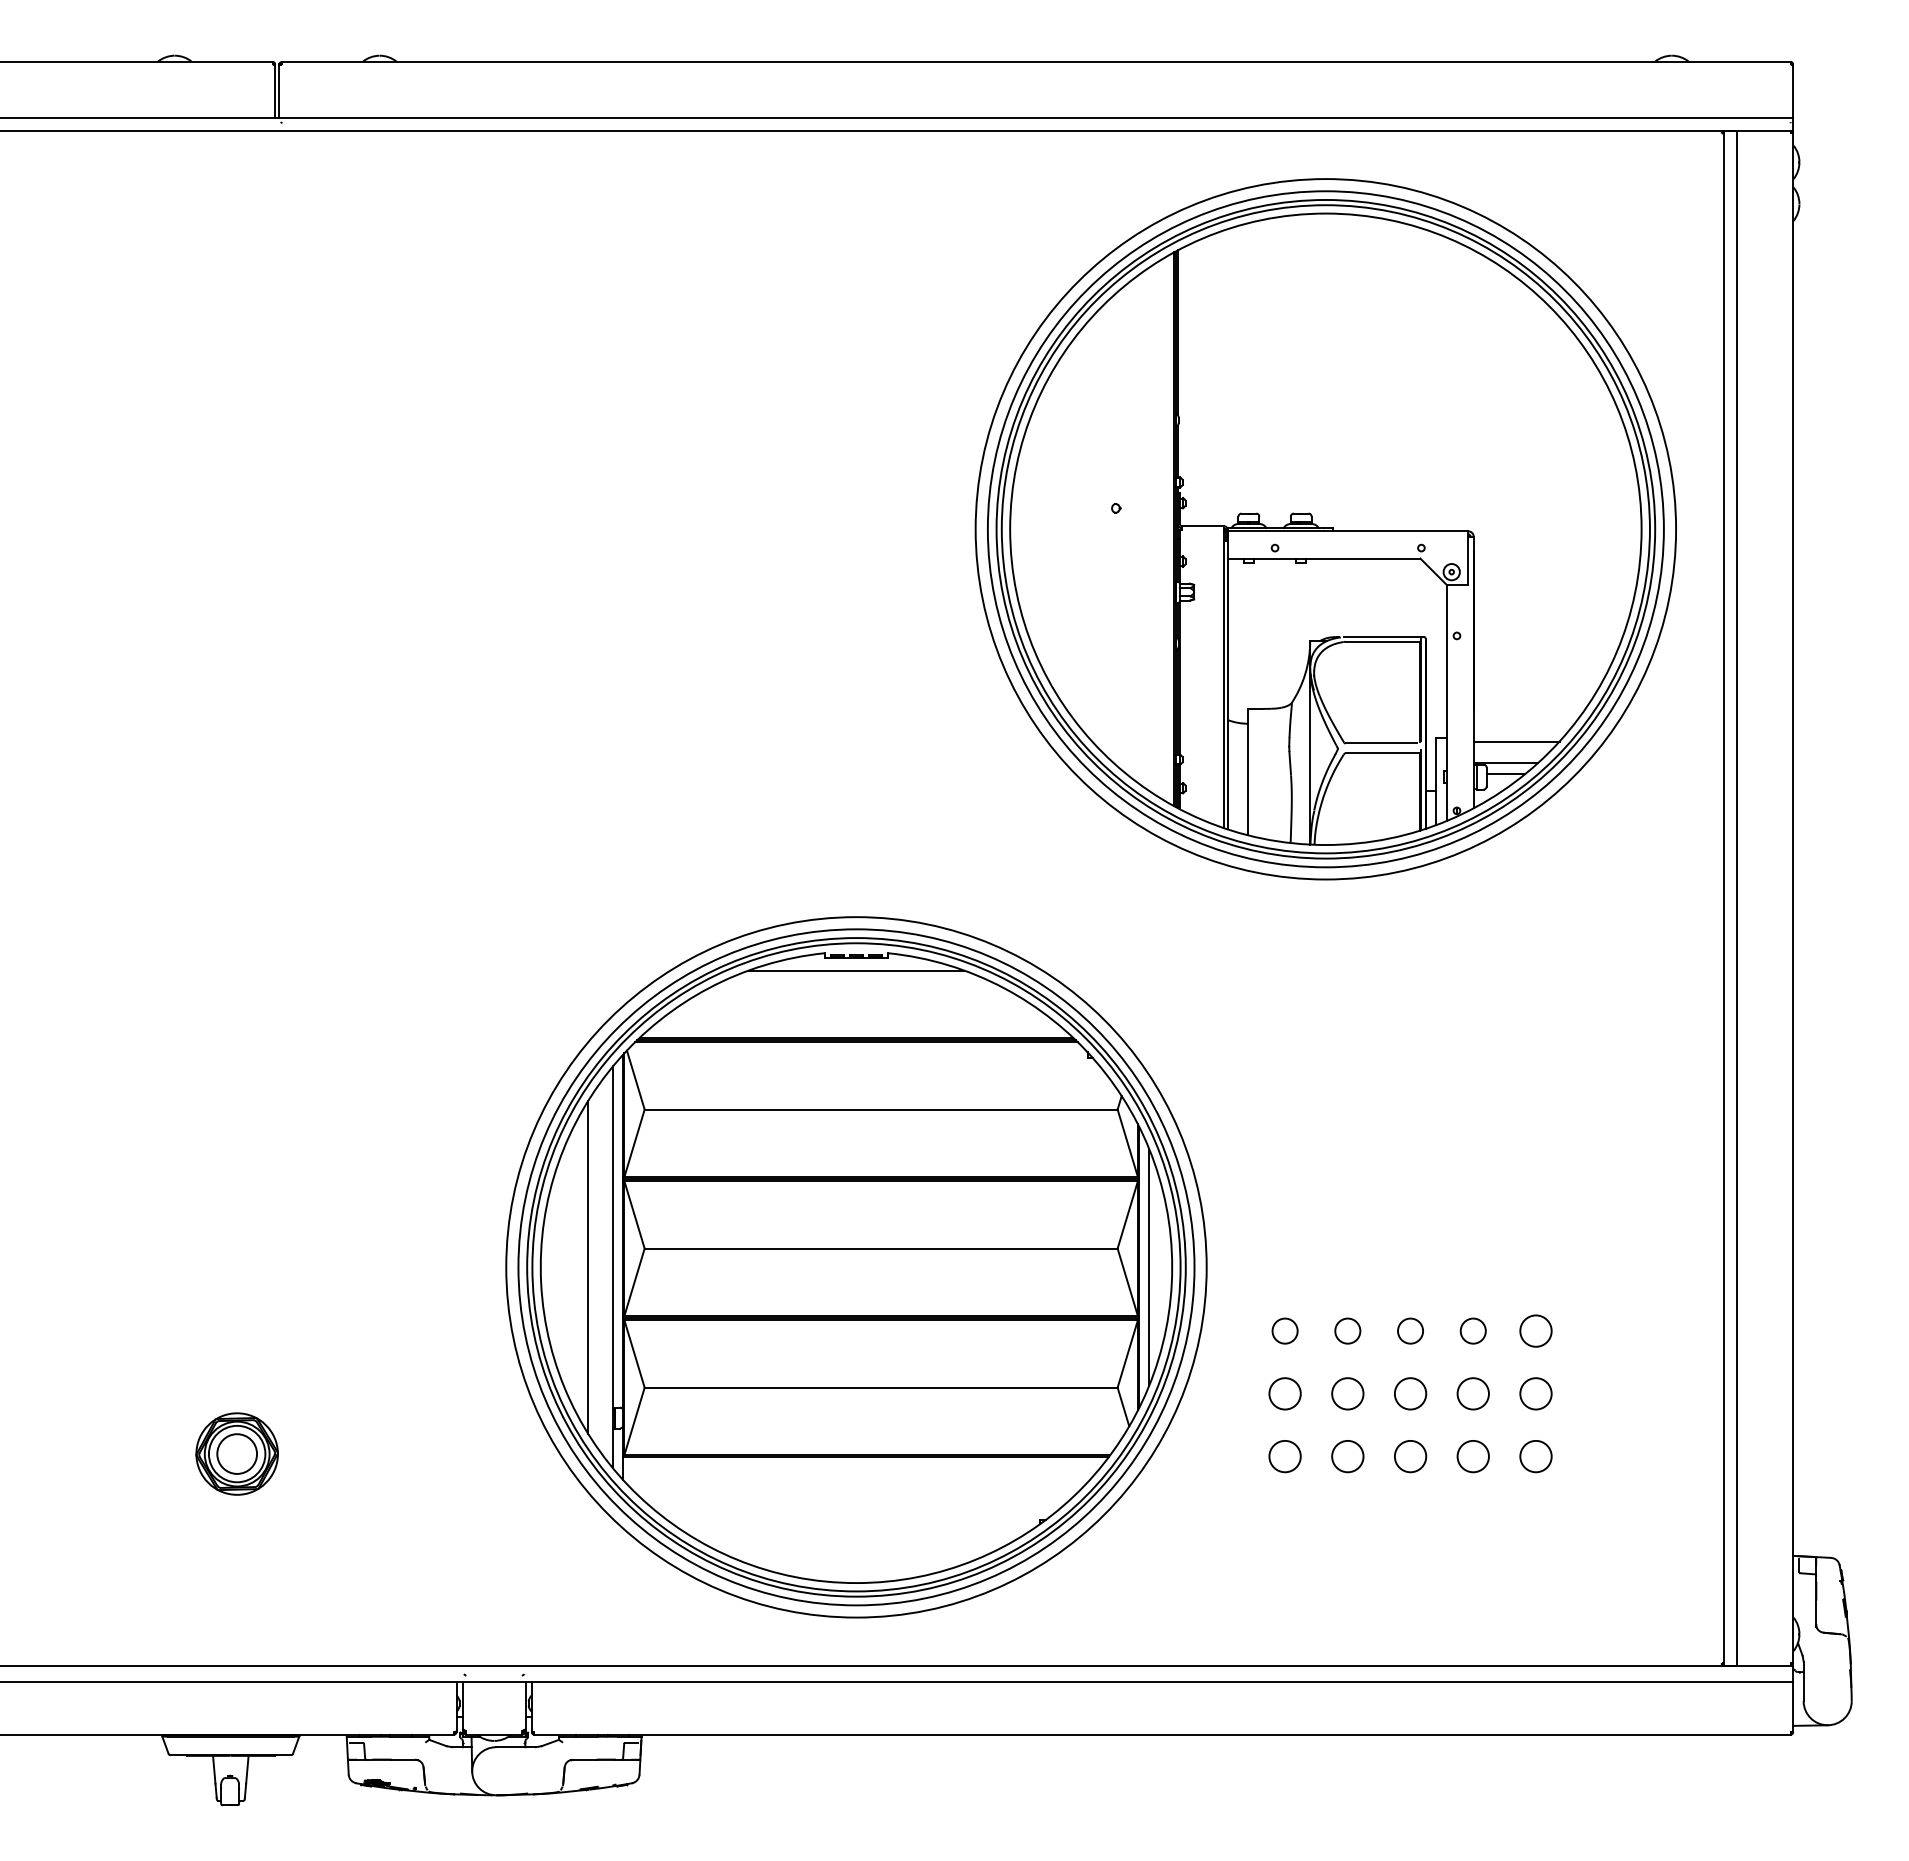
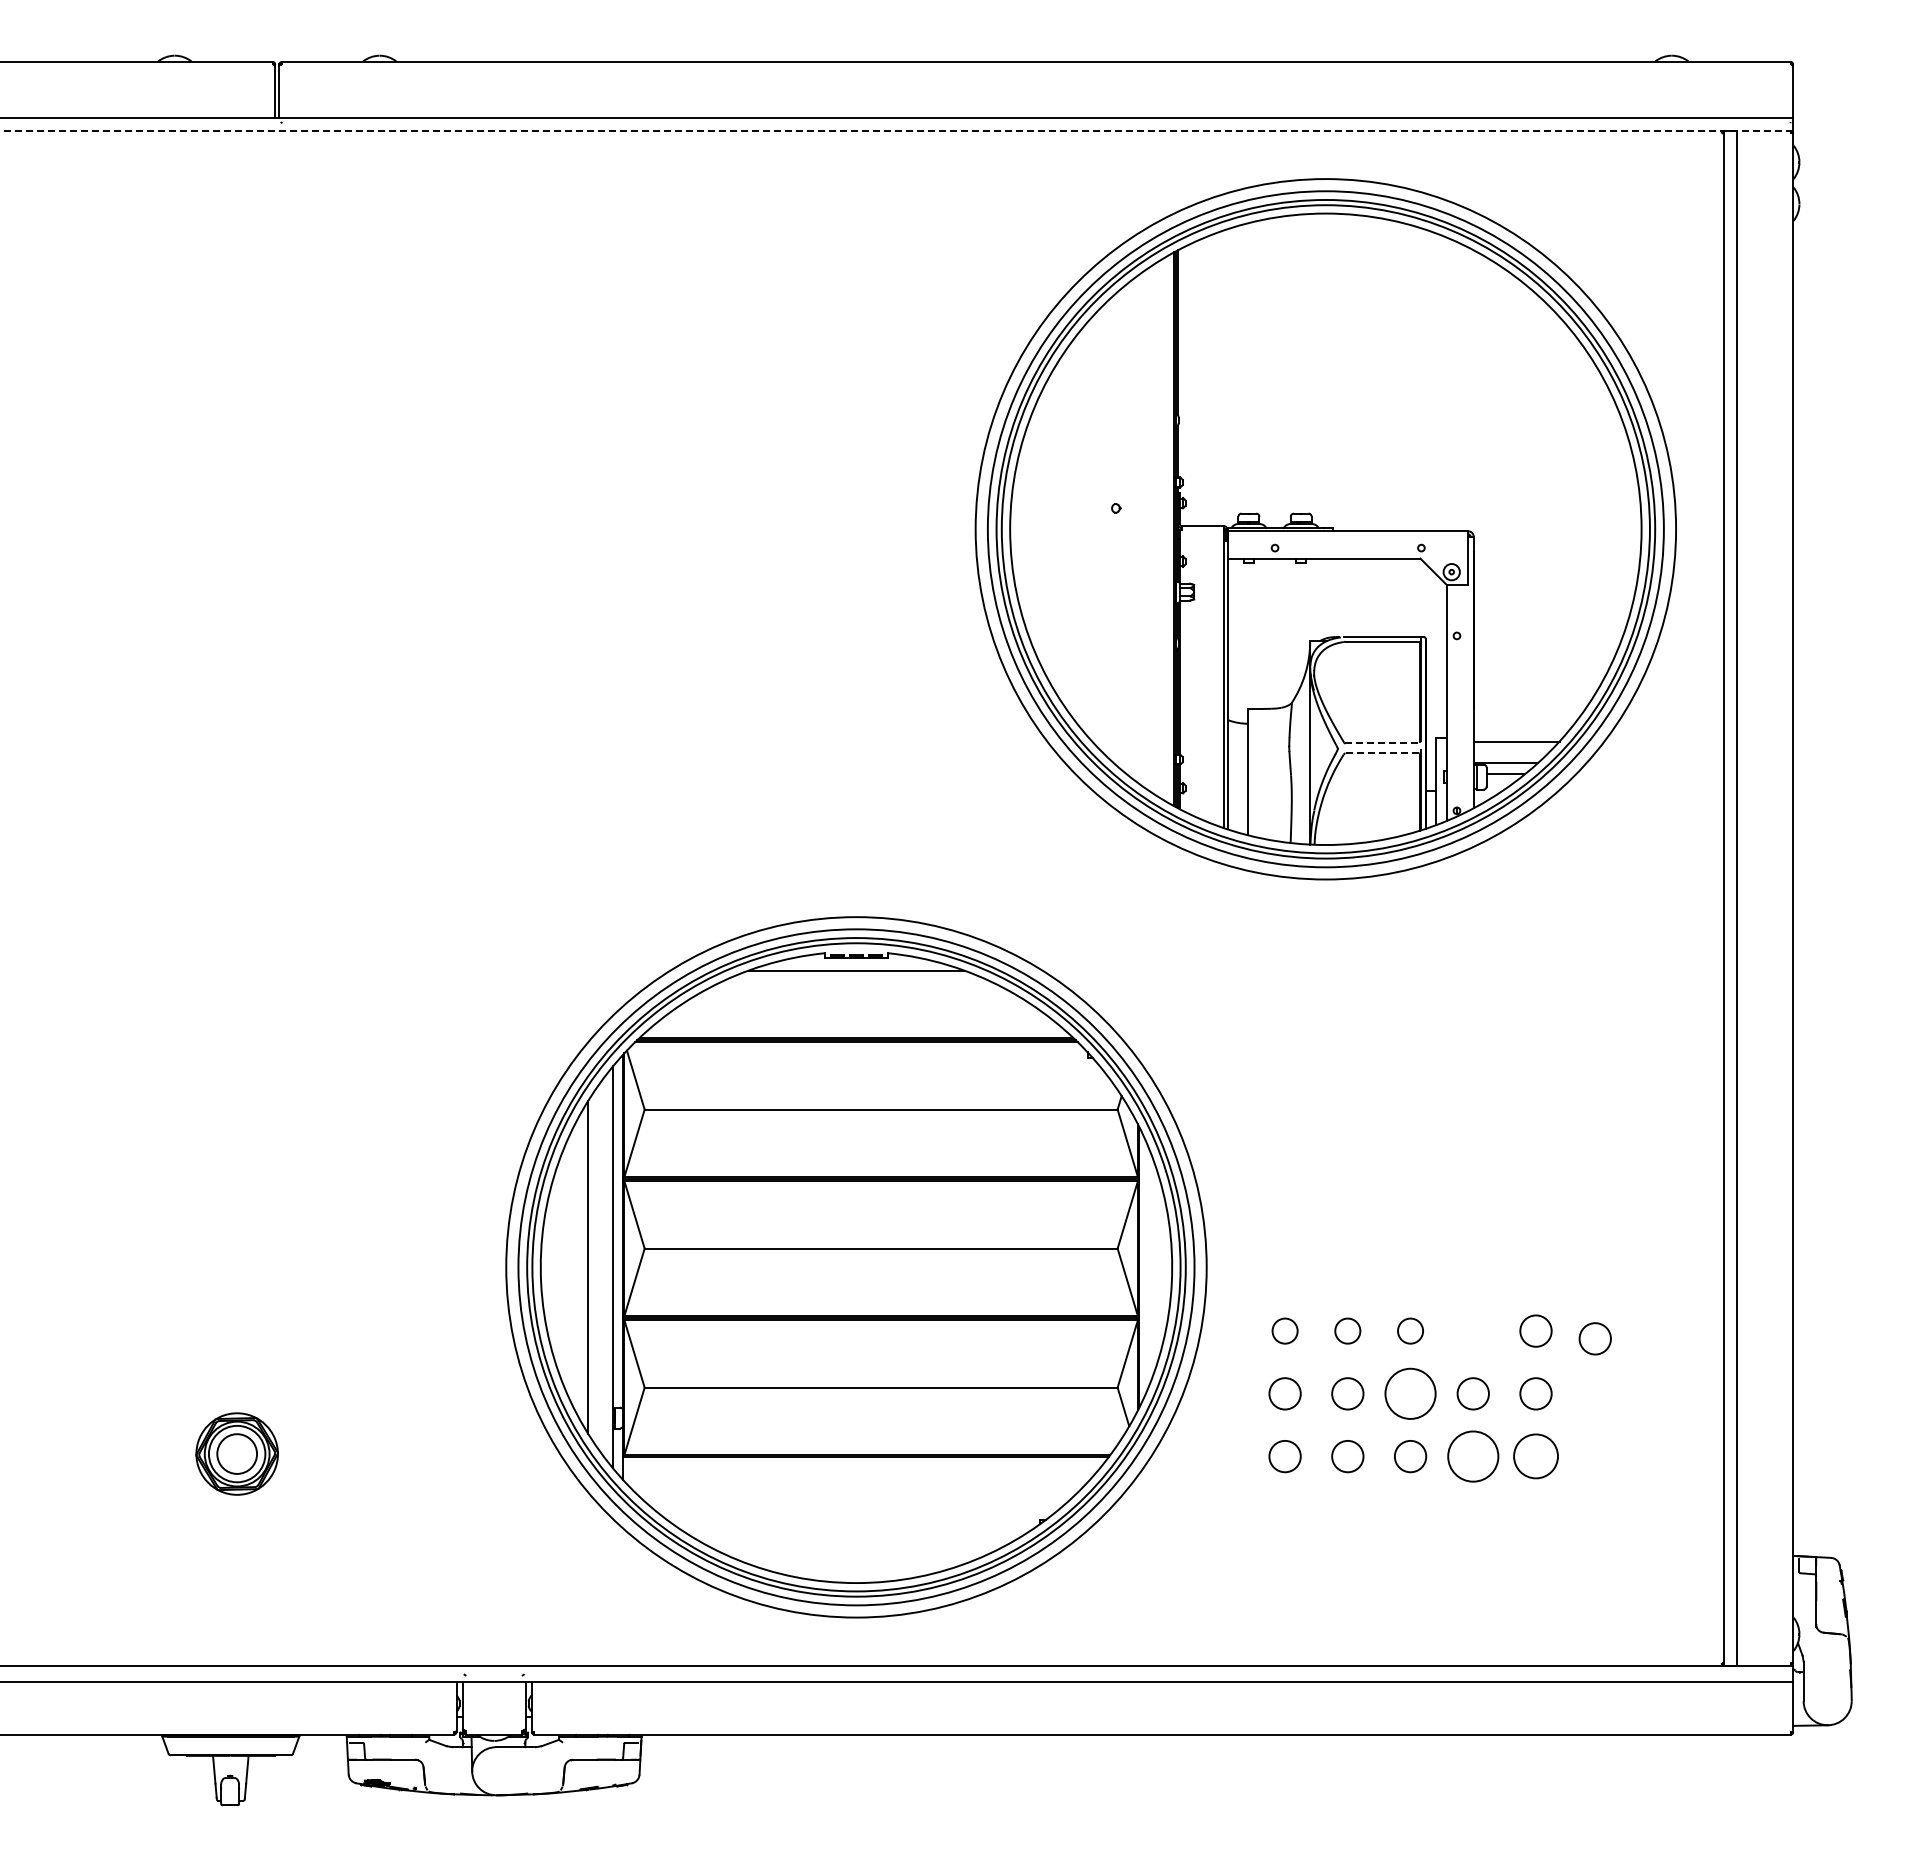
line at (896, 130): solid -> dashed
line at (1381, 743): solid -> dashed
line at (1382, 753): solid -> dashed
line at (1149, 1267): present -> none
circle at (1472, 1330): present -> none
circle at (1594, 1338): none -> present
circle at (1410, 1393) diameter: 31 px -> 50 px
circle at (1472, 1456) diameter: 31 px -> 50 px
circle at (1535, 1456) size: 34x34 px -> 46x47 px
